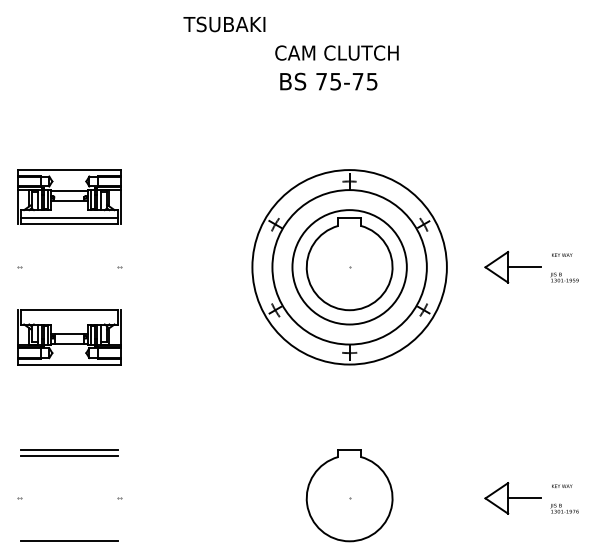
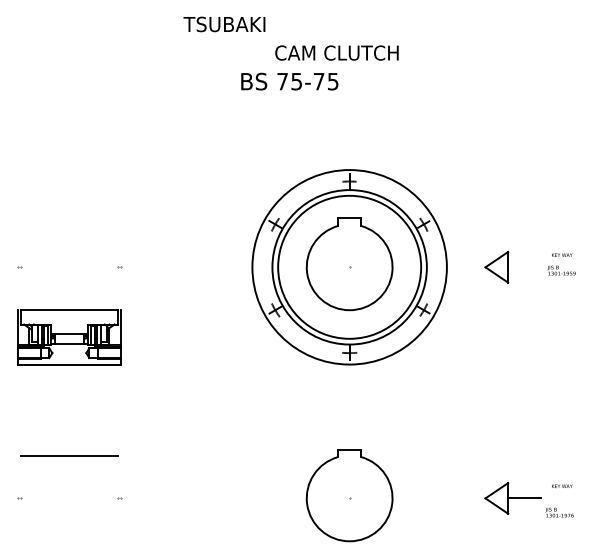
text at (328, 81) position: (328, 81) -> (289, 81)
part at (69, 196): present -> none
circle at (349, 267) diameter: 114 px -> 143 px
line at (524, 267): present -> none
text at (564, 277) position: (564, 277) -> (561, 270)
line at (68, 449): present -> none
text at (564, 508) position: (564, 508) -> (559, 512)
line at (68, 541): present -> none
